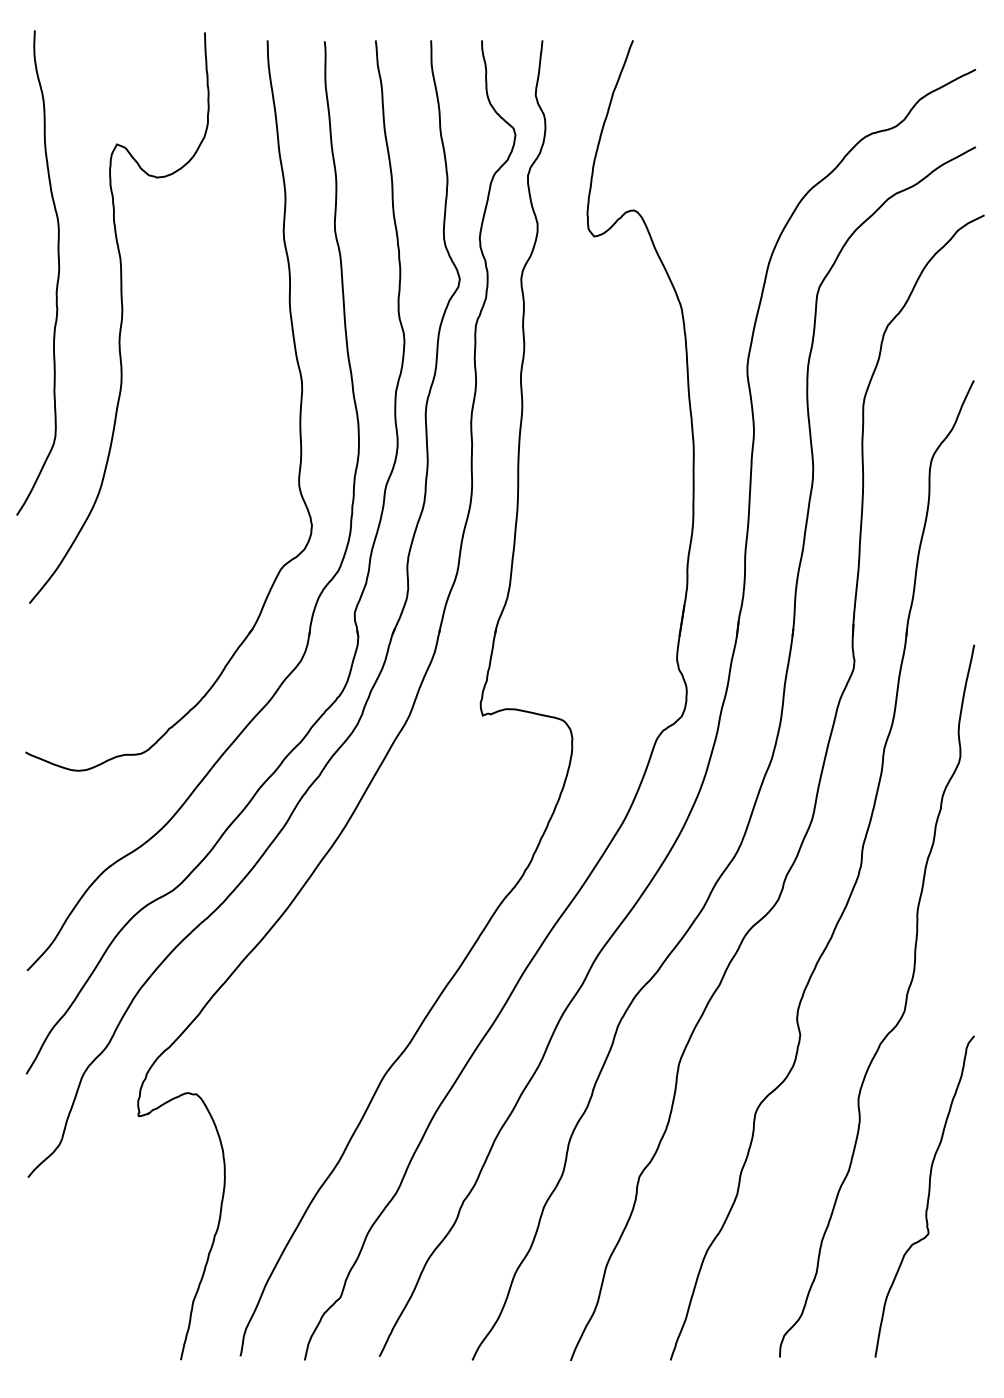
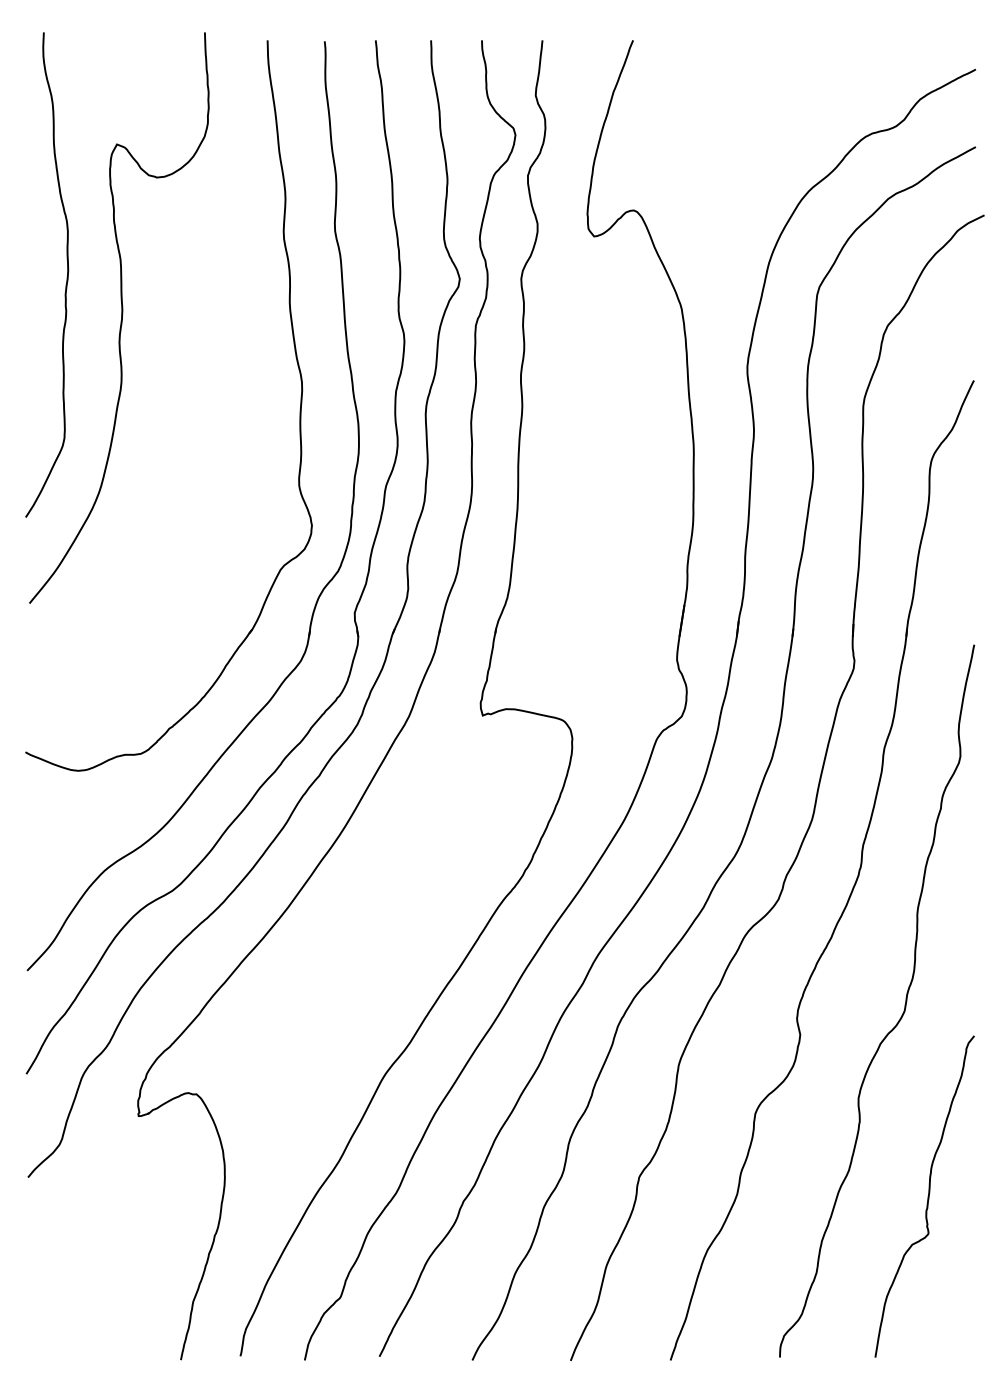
curve at (57, 274) position: (57, 274) -> (66, 276)
